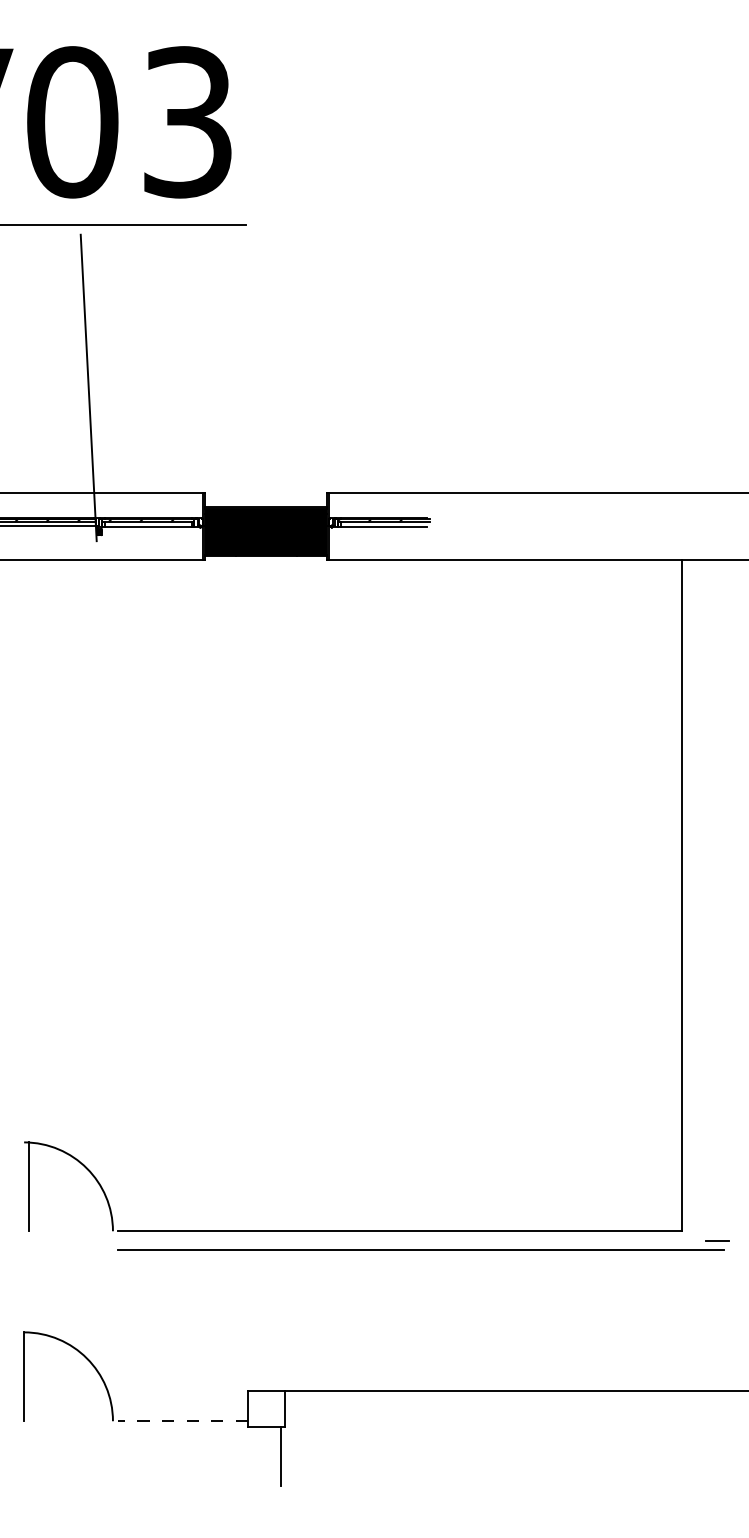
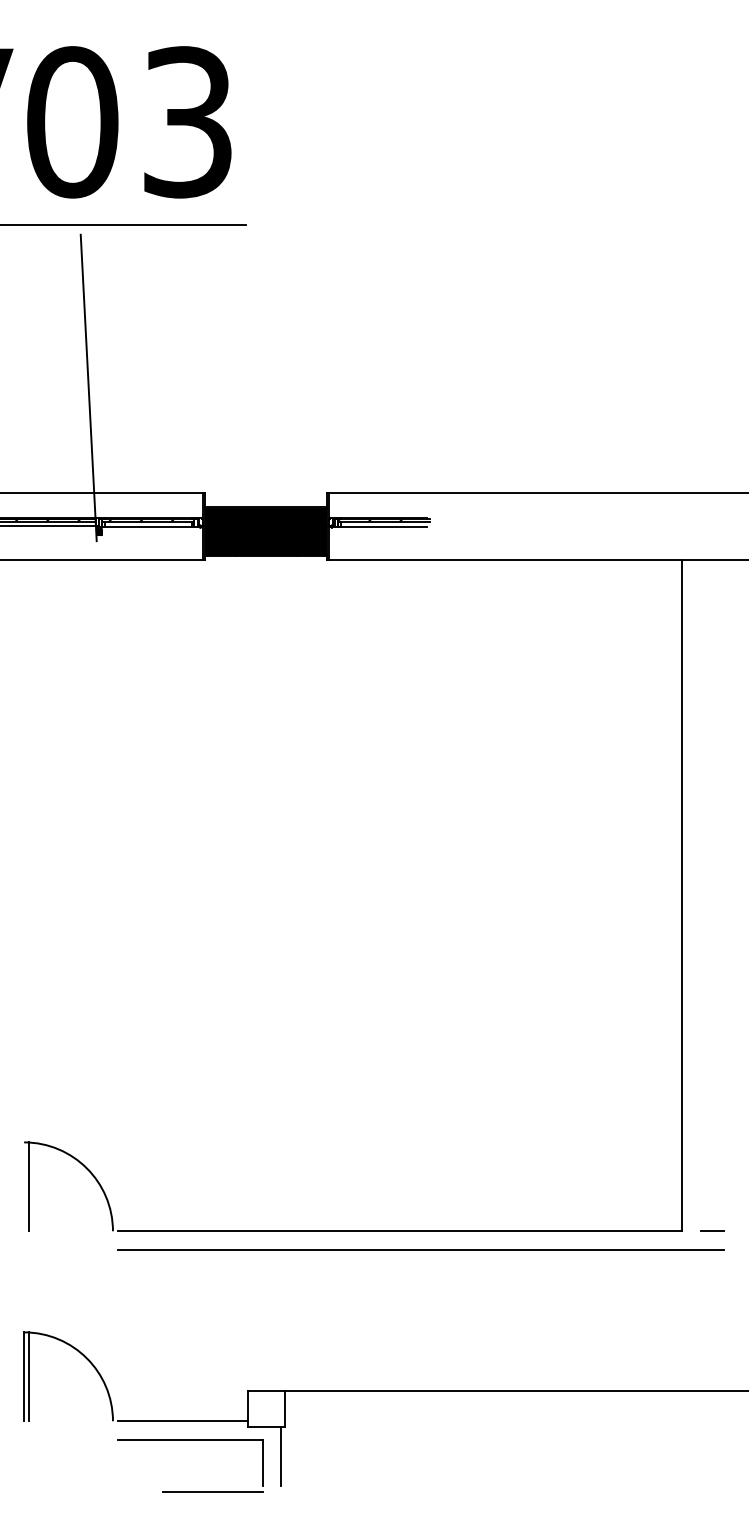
line at (717, 1240) position: (717, 1240) -> (712, 1230)
line at (29, 1376): none -> present
line at (182, 1421): dashed -> solid
part at (190, 1440): none -> present
